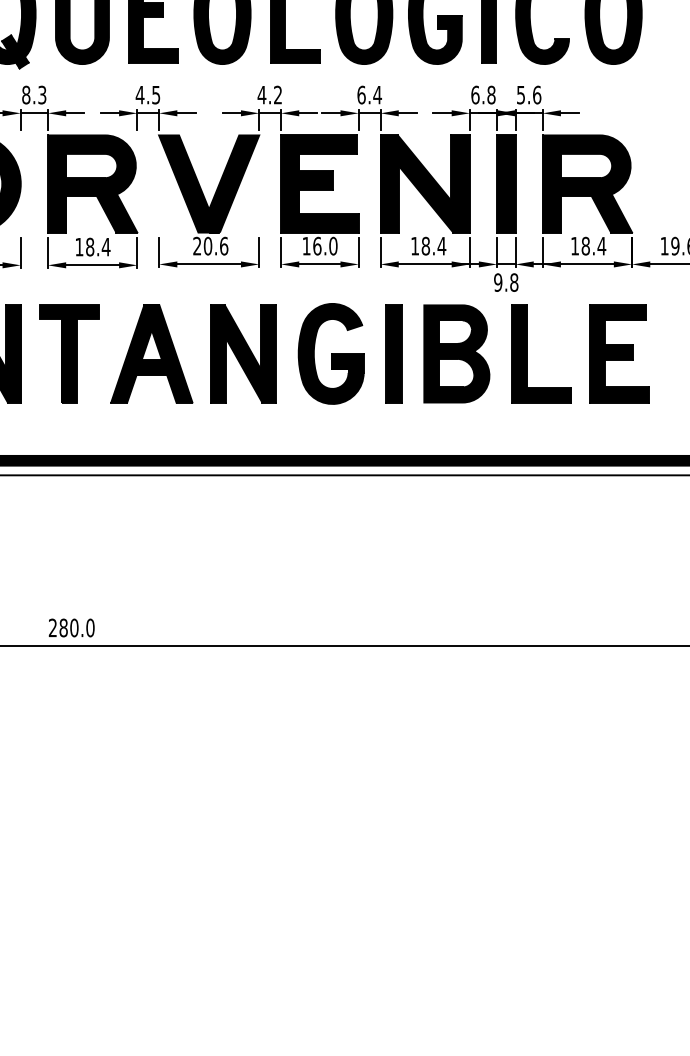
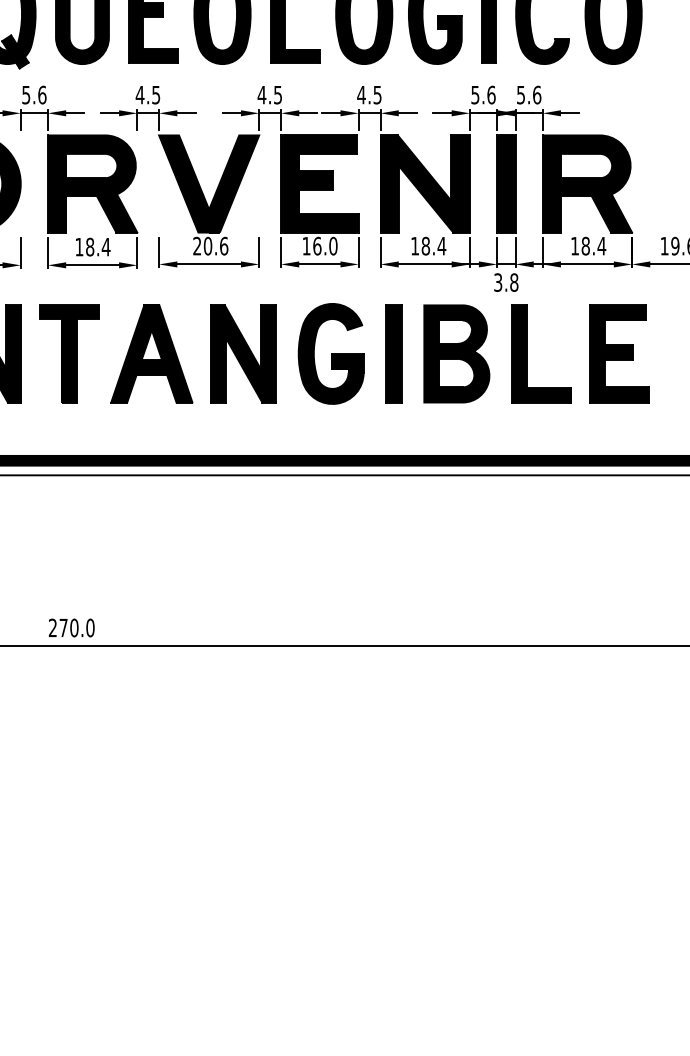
text at (34, 94): 8.3 -> 5.6
text at (277, 94): 4.2 -> 4.5
text at (369, 94): 6.4 -> 4.5
text at (483, 94): 6.8 -> 5.6
text at (498, 282): 9.8 -> 3.8
text at (63, 627): 280.0 -> 270.0
